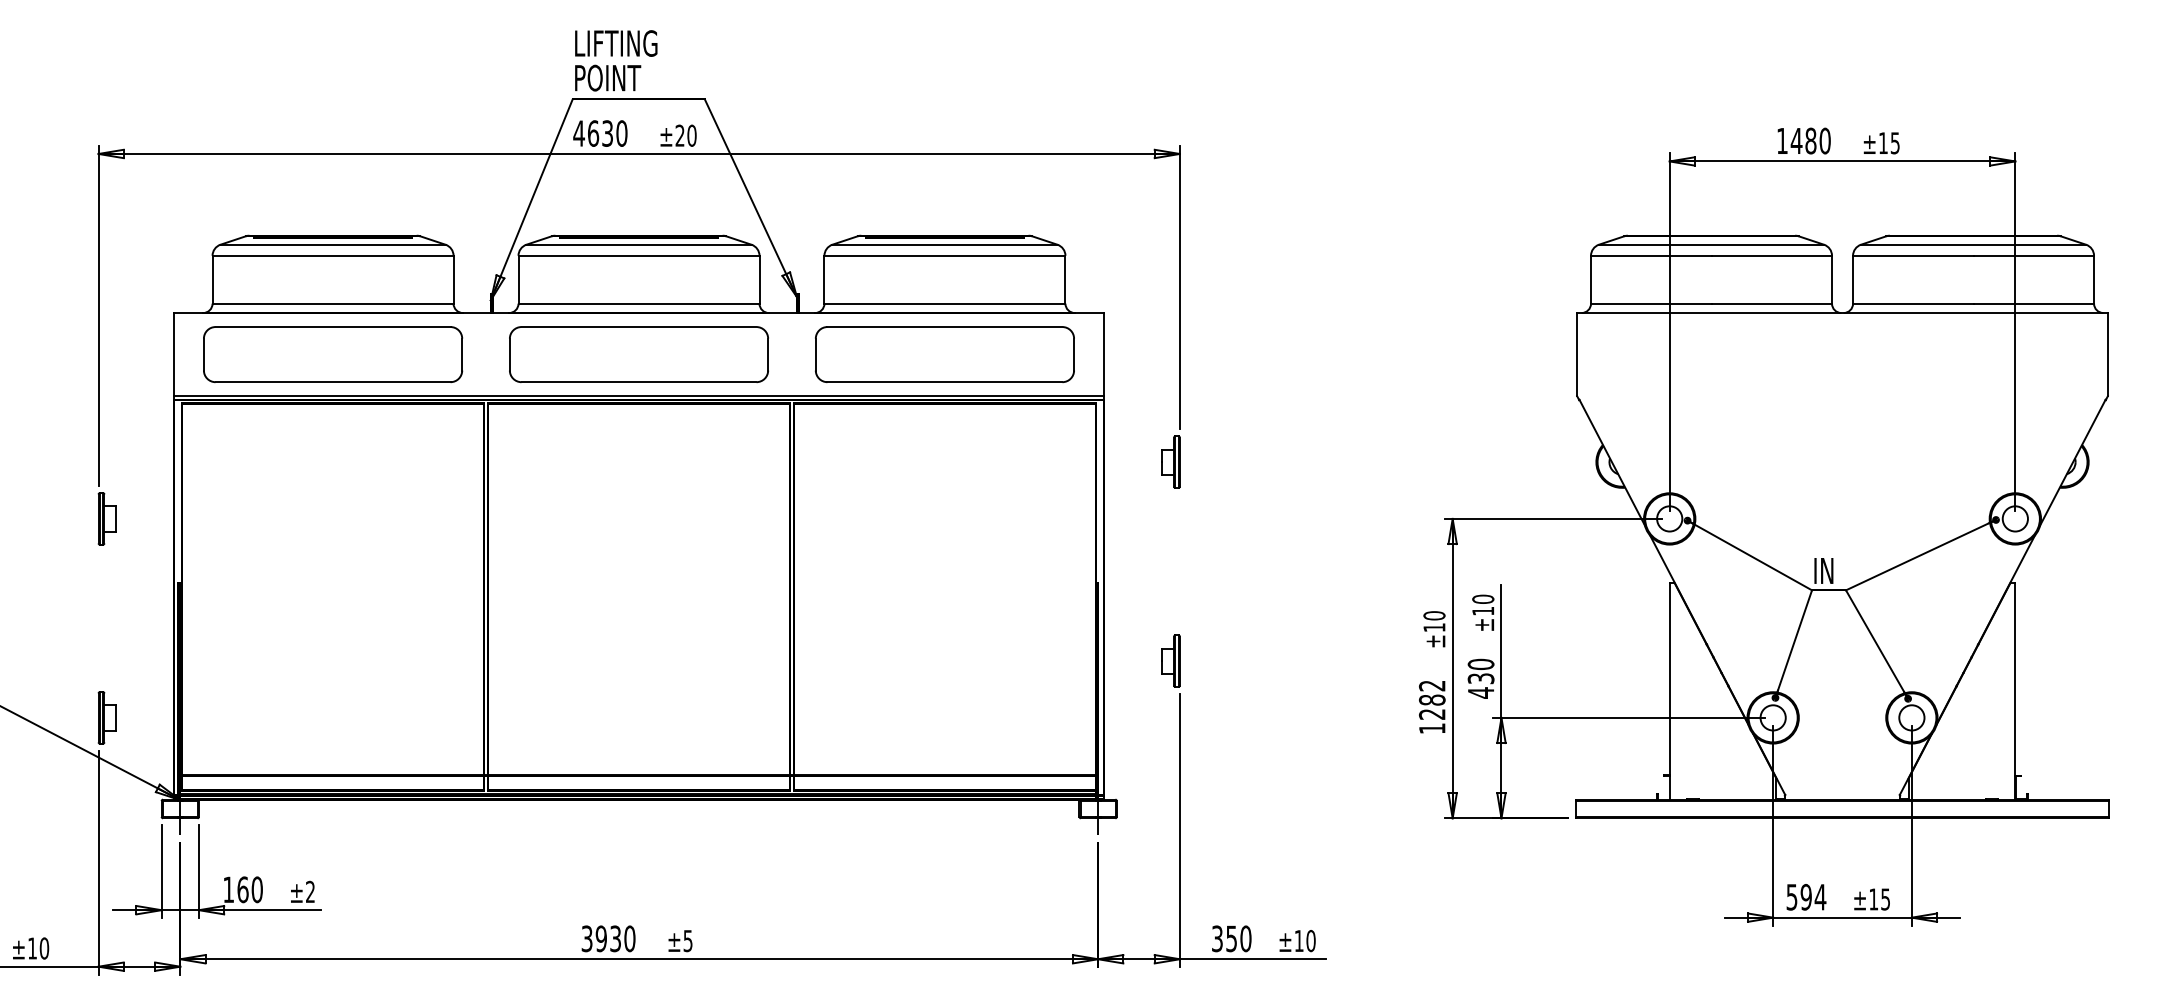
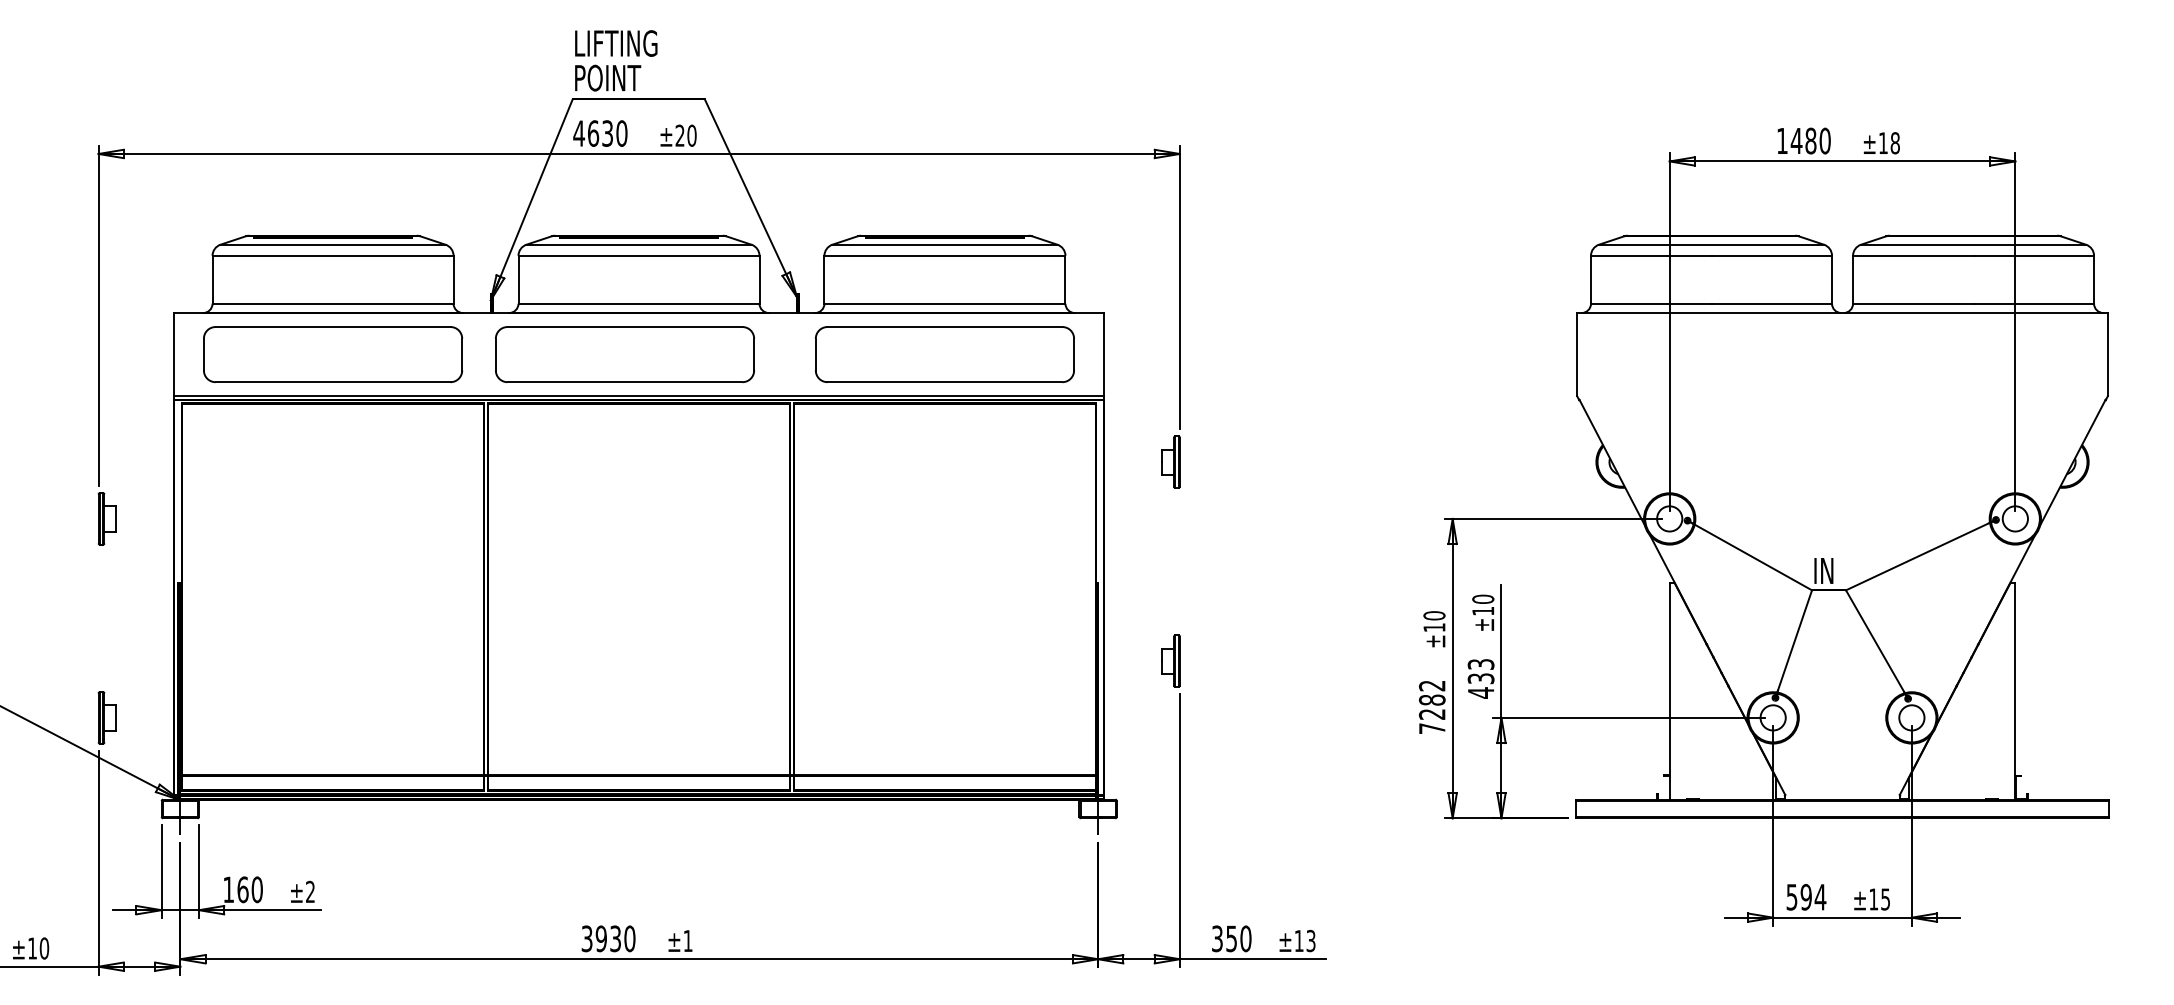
text at (1894, 143): ±15 -> ±18
part at (638, 354) position: (638, 354) -> (624, 354)
text at (1480, 664): 430 -> 433
text at (1432, 728): 1282 -> 7282
text at (687, 941): ±5 -> ±1
text at (1310, 941): ±10 -> ±13
